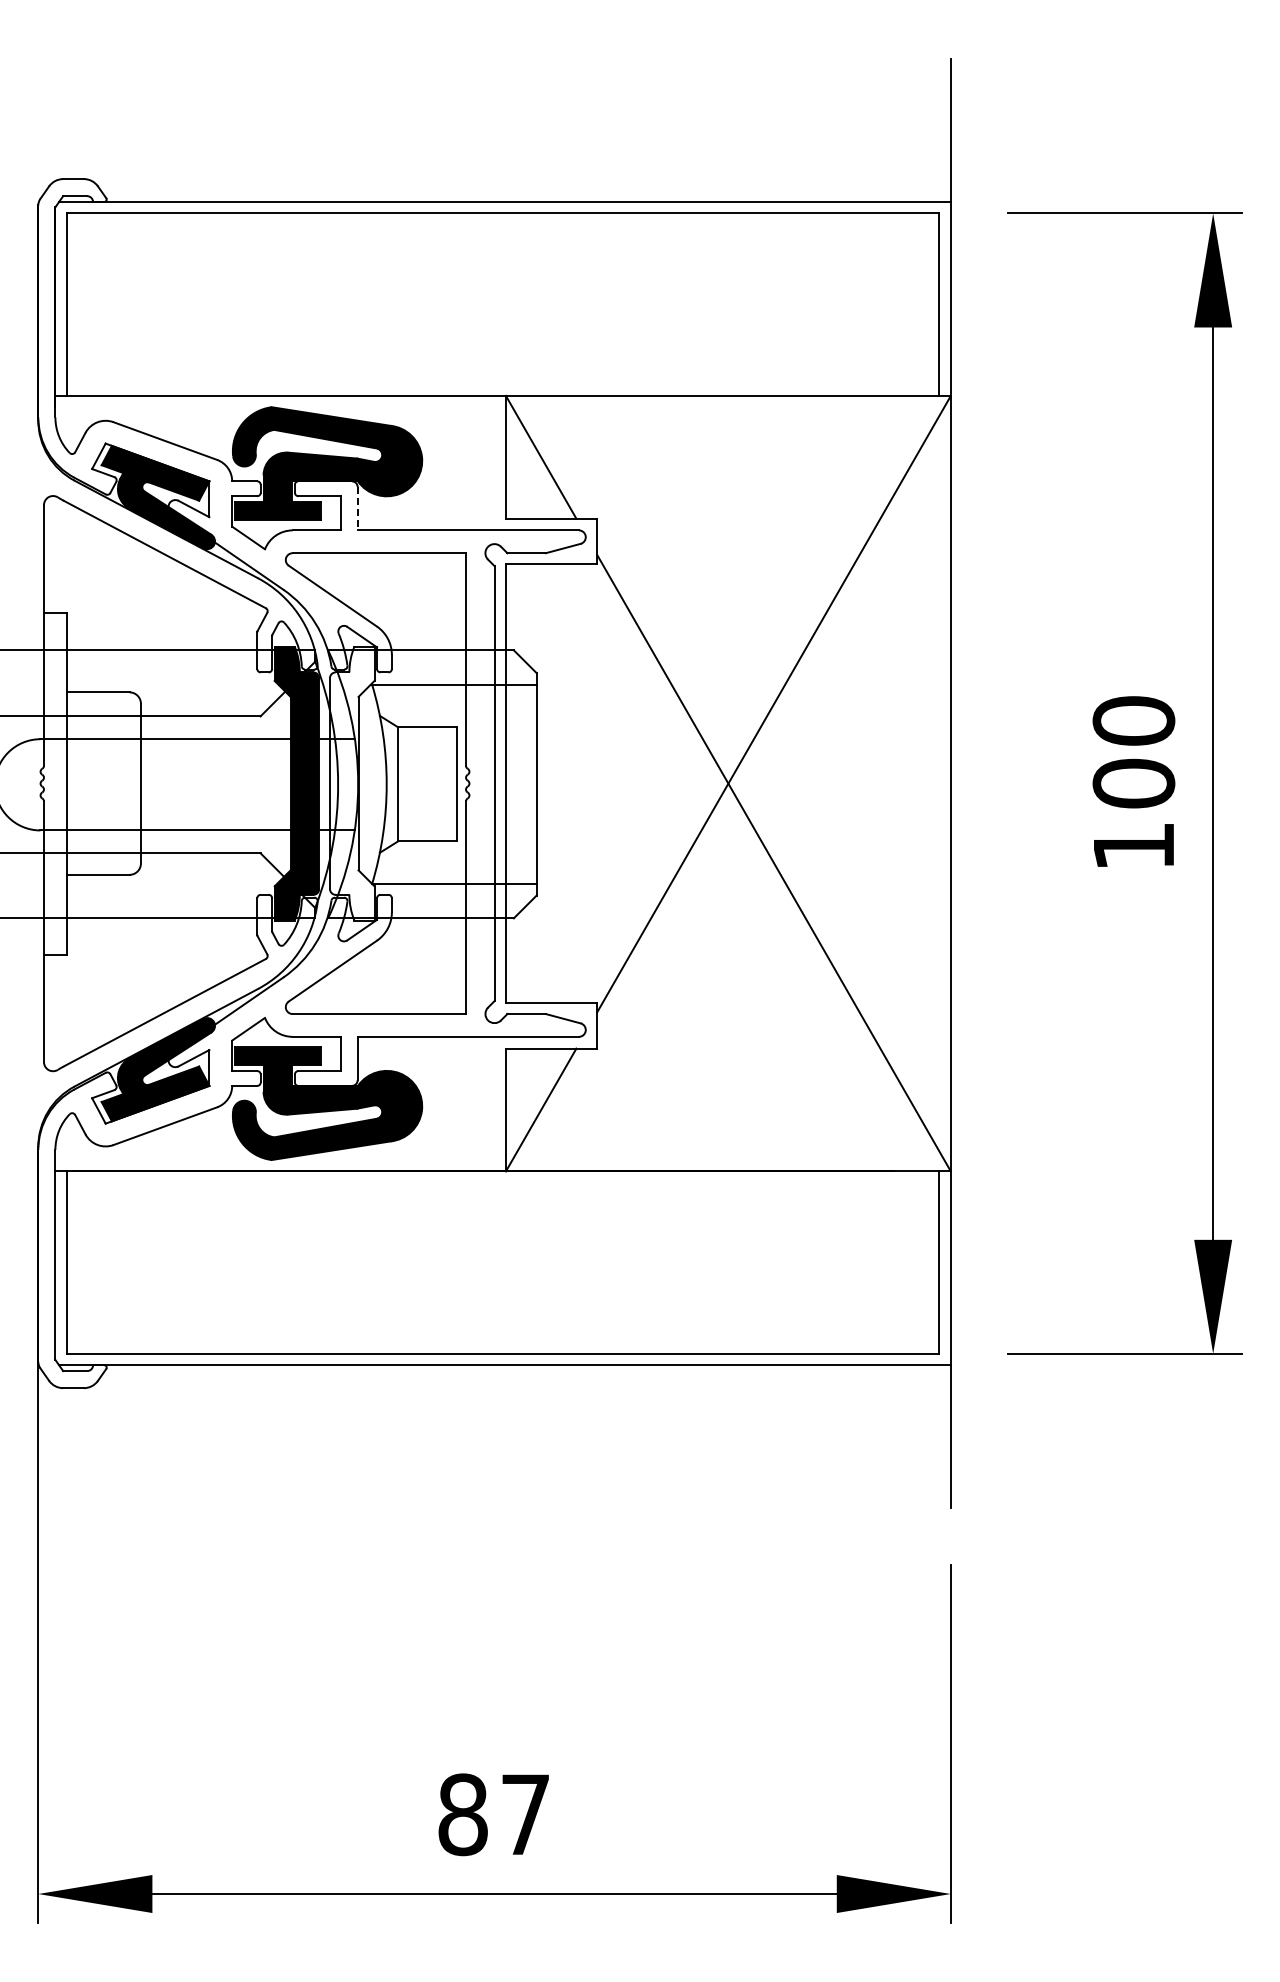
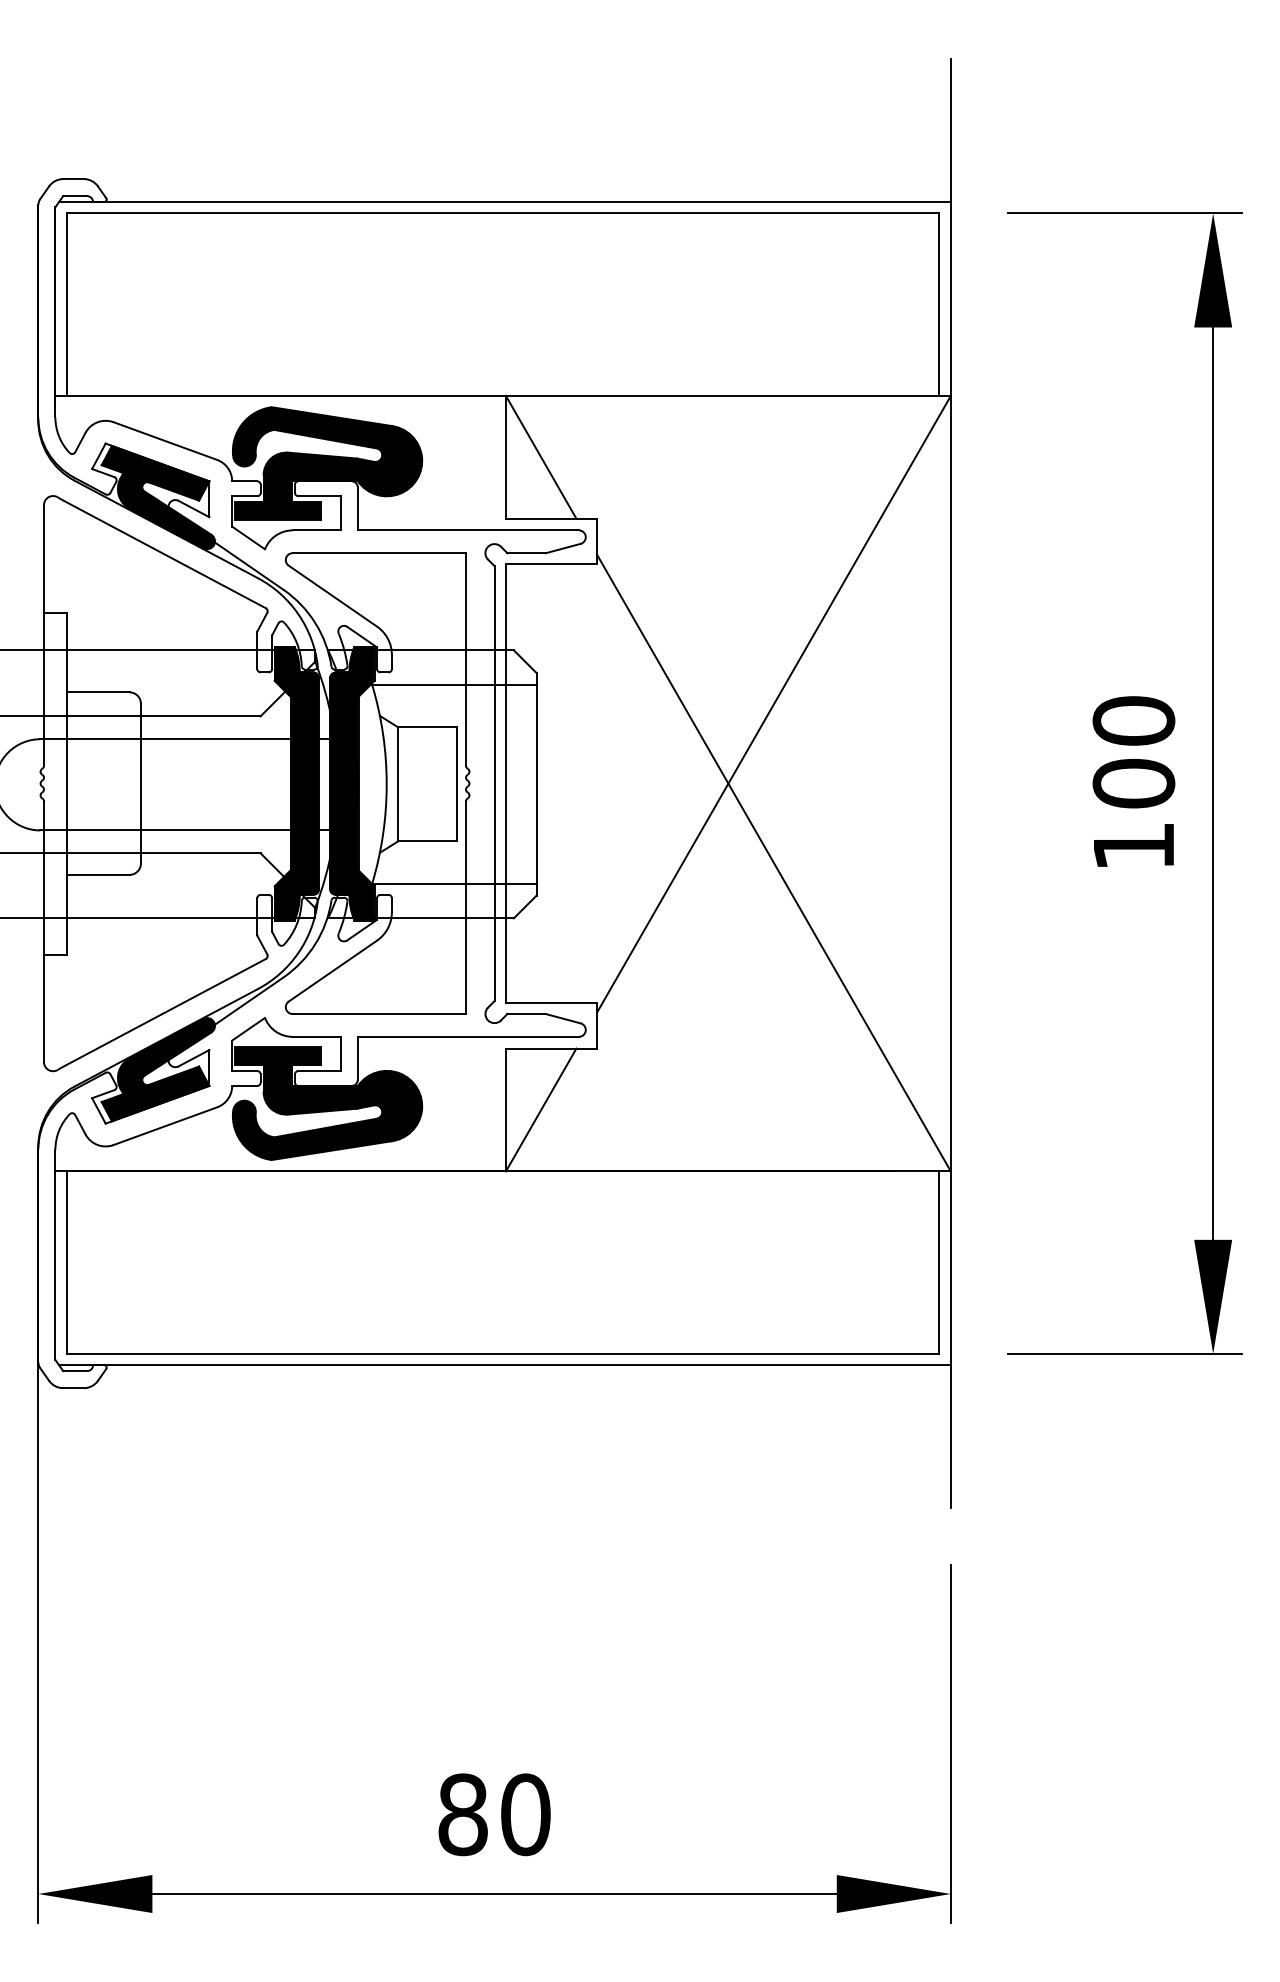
line at (357, 508): dashed -> solid
fill at (352, 783): none -> present
text at (525, 1814): 87 -> 80
